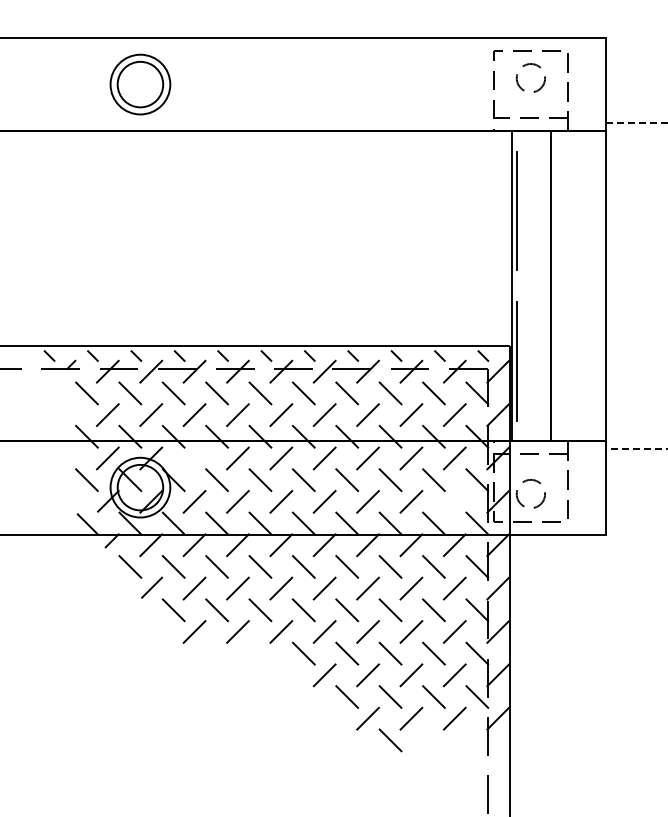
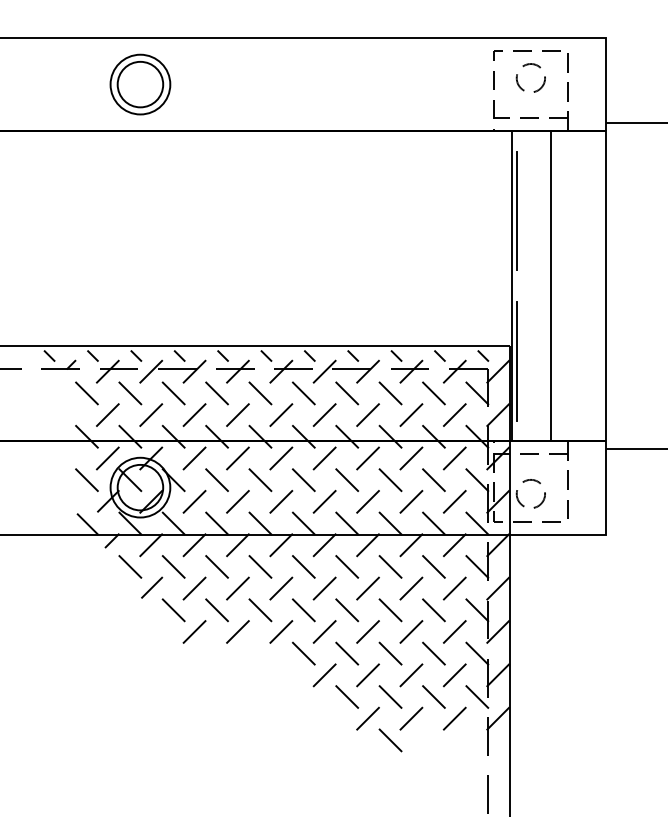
line at (667, 449): dashed -> solid
line at (194, 458): none -> present
line at (454, 501): none -> present
